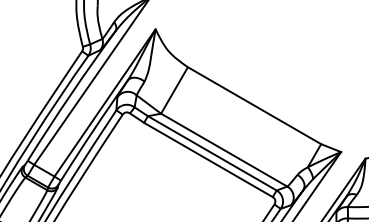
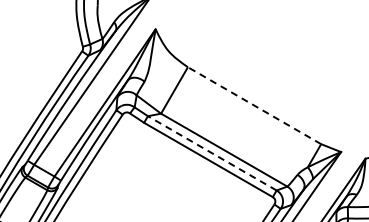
line at (254, 105): solid -> dashed
line at (211, 153): solid -> dashed
